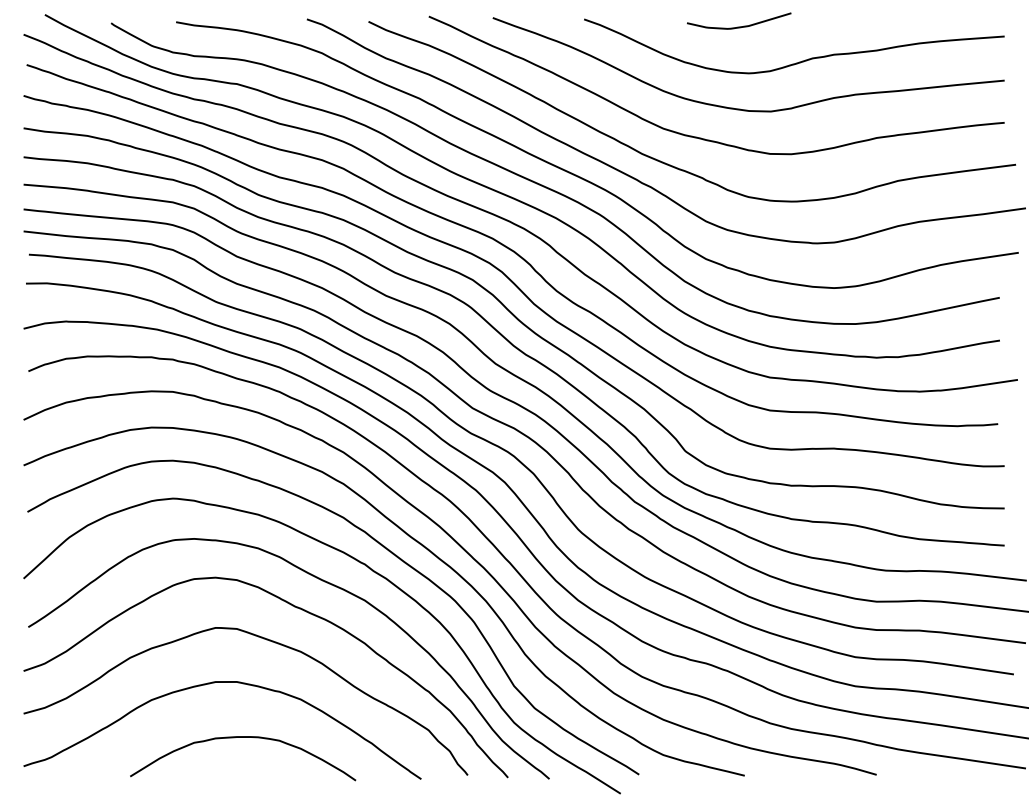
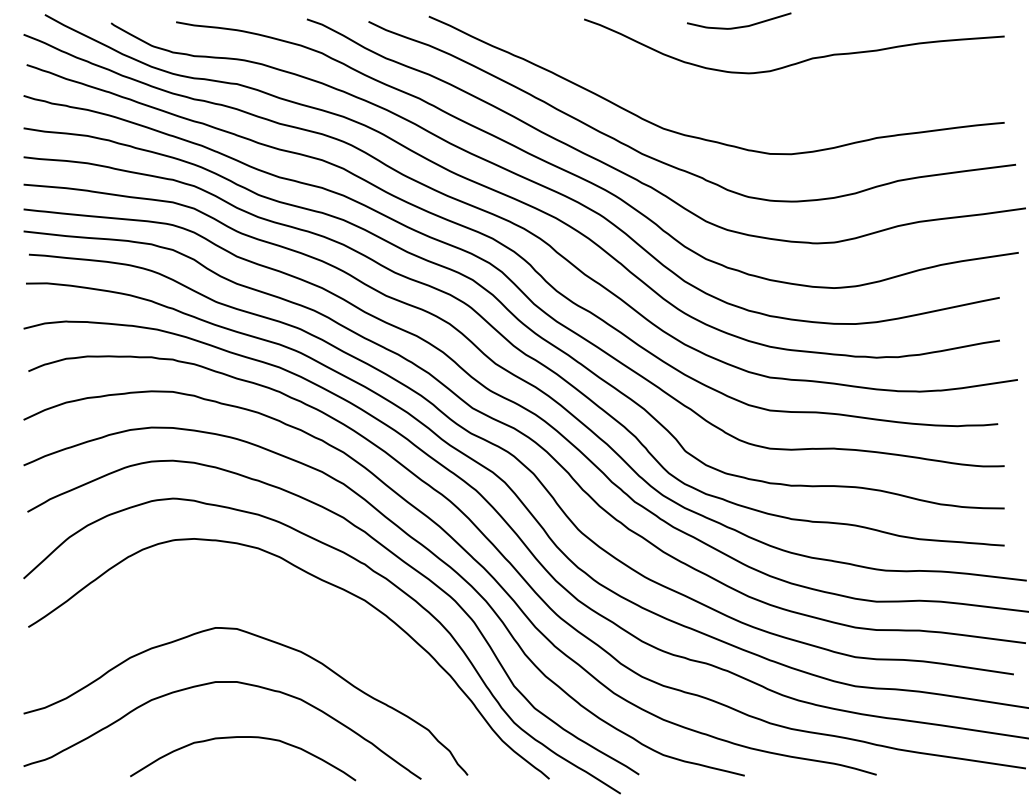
curve at (740, 108): present -> none
curve at (296, 608): present -> none
